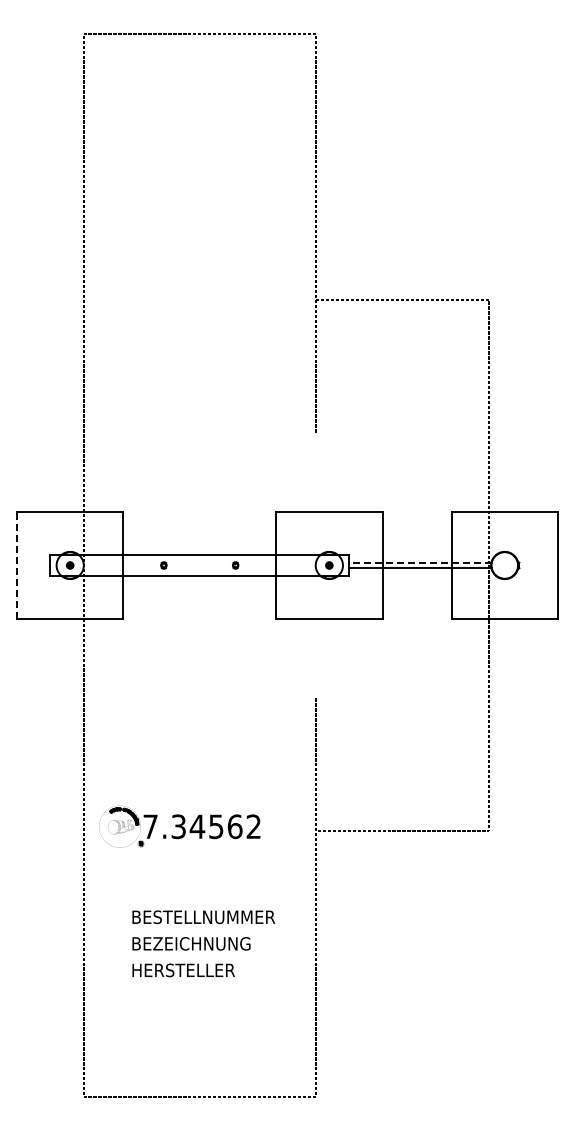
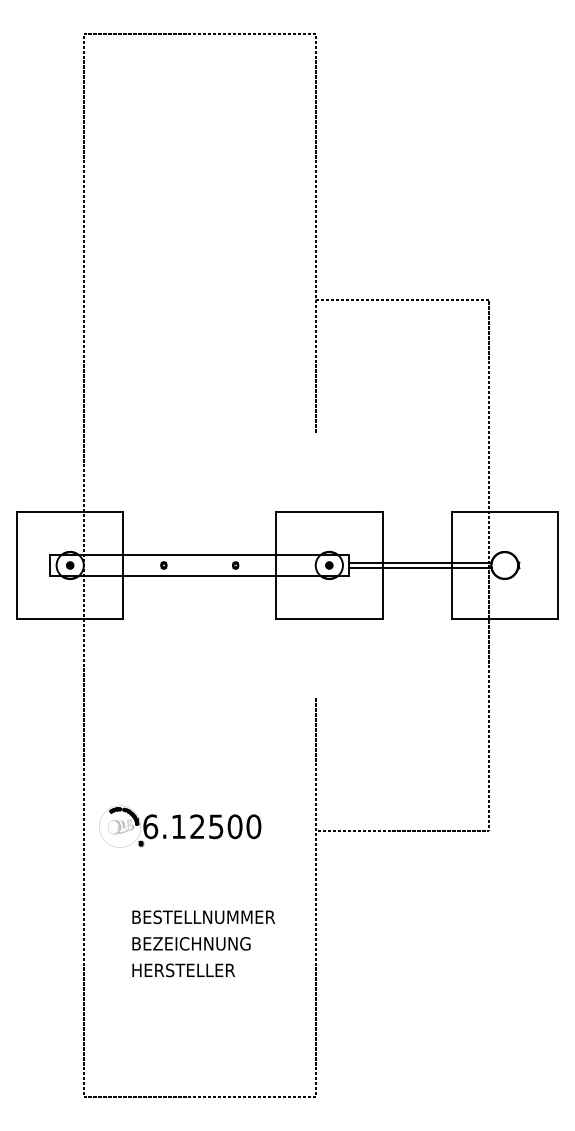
line at (420, 562): dashed -> solid
line at (17, 565): dashed -> solid
text at (202, 826): 7.34562 -> 6.12500
